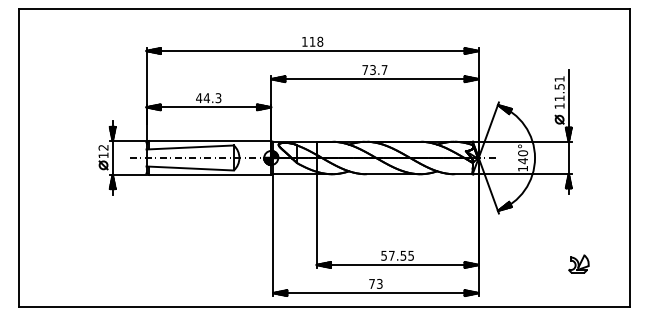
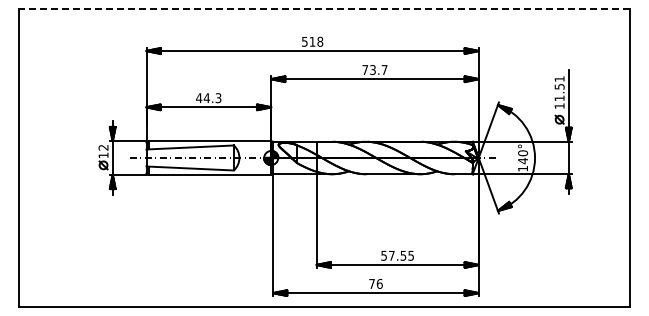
line at (324, 9): solid -> dashed
text at (304, 41): 118 -> 518
part at (578, 263): present -> none
text at (379, 283): 73 -> 76
